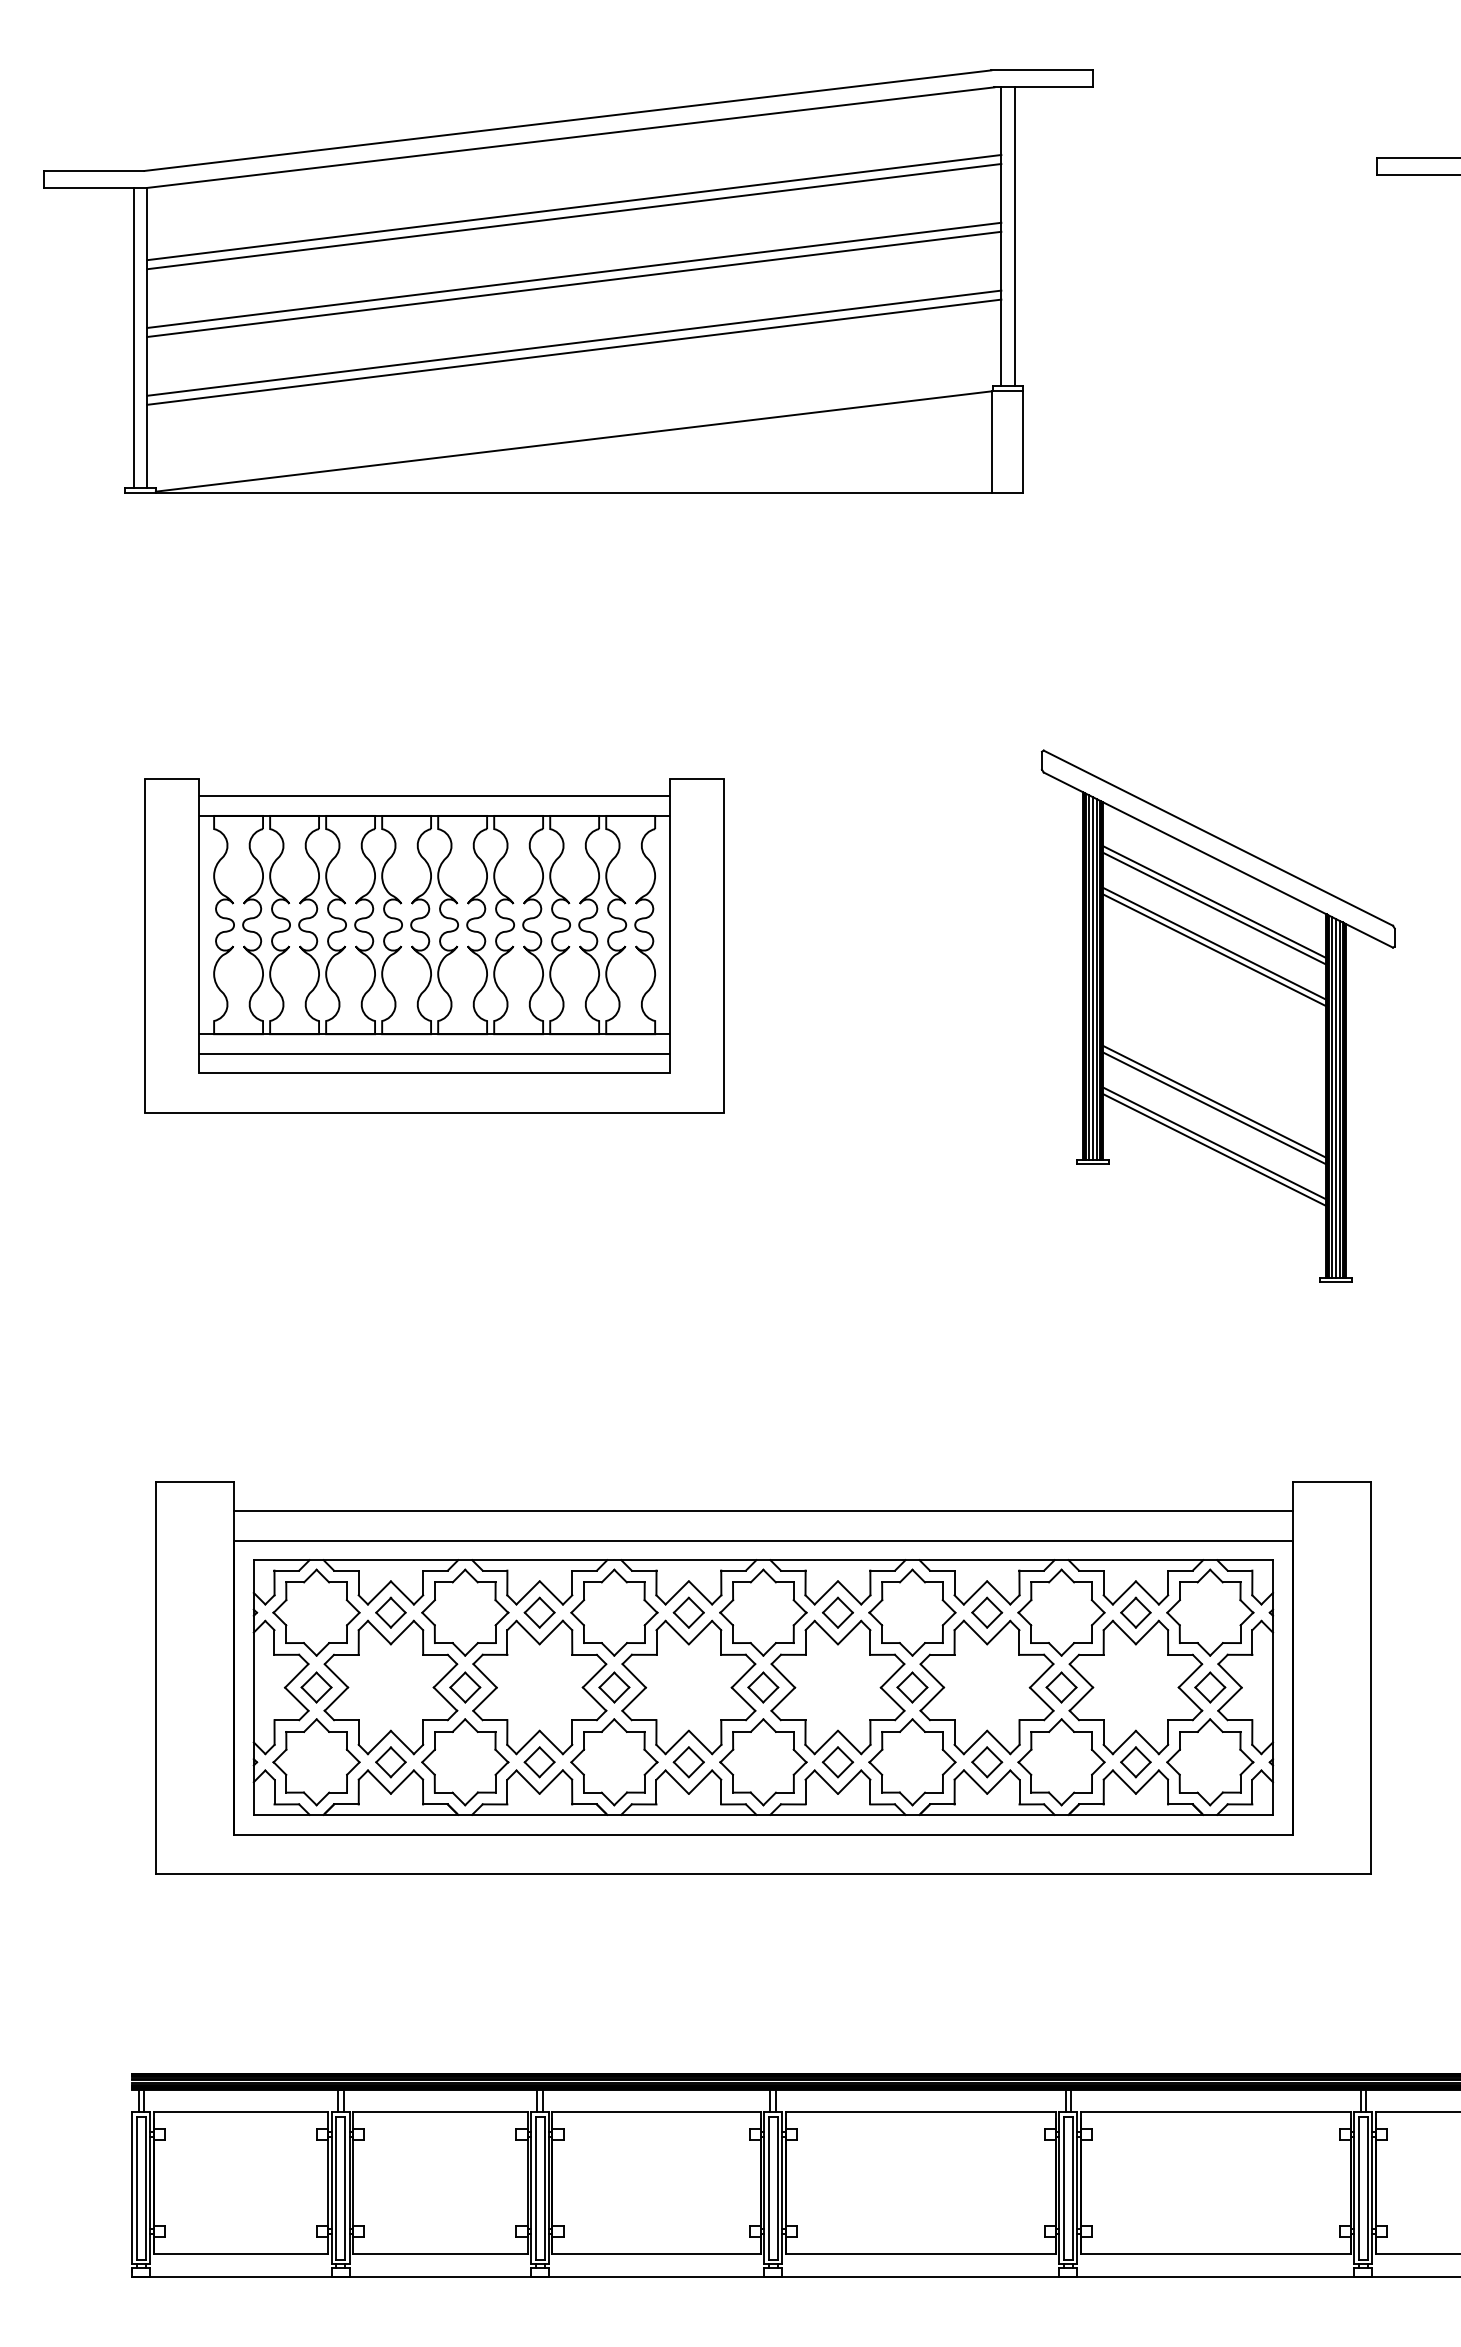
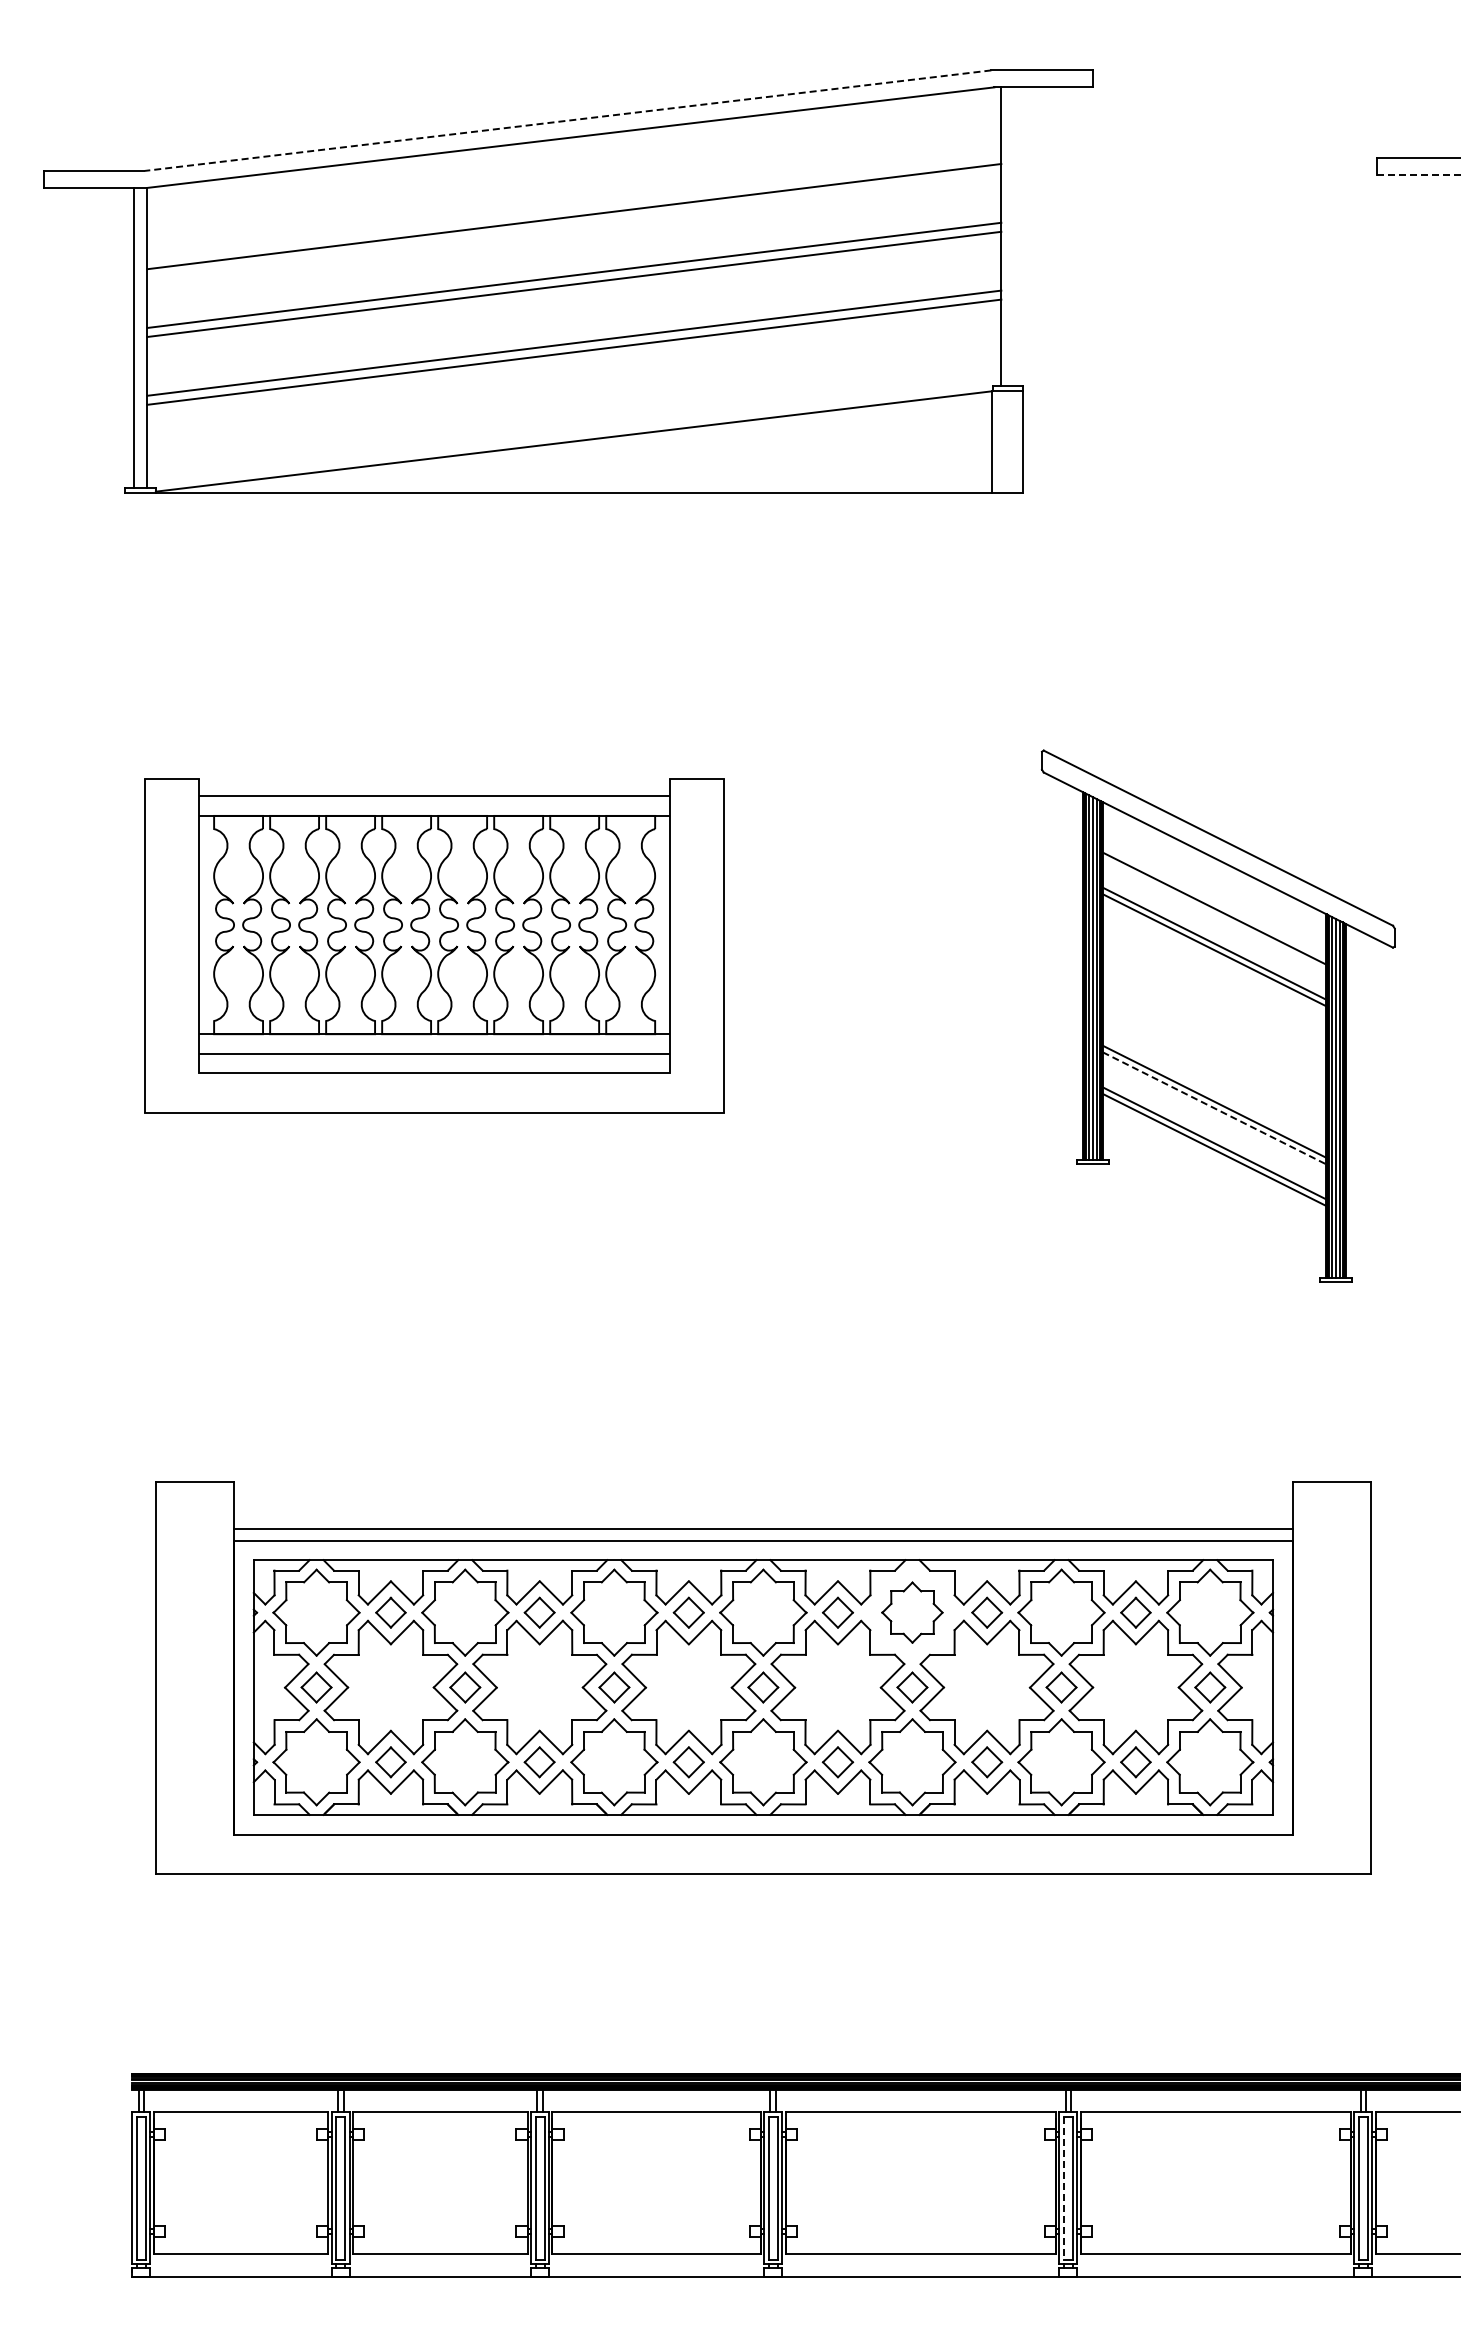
line at (567, 120): solid -> dashed
line at (1418, 174): solid -> dashed
line at (574, 207): present -> none
line at (1014, 236): present -> none
line at (1214, 901): present -> none
line at (1214, 1108): solid -> dashed
line at (763, 1510) position: (763, 1510) -> (763, 1528)
part at (912, 1612) size: 89x89 px -> 63x63 px
line at (1063, 2188): solid -> dashed
